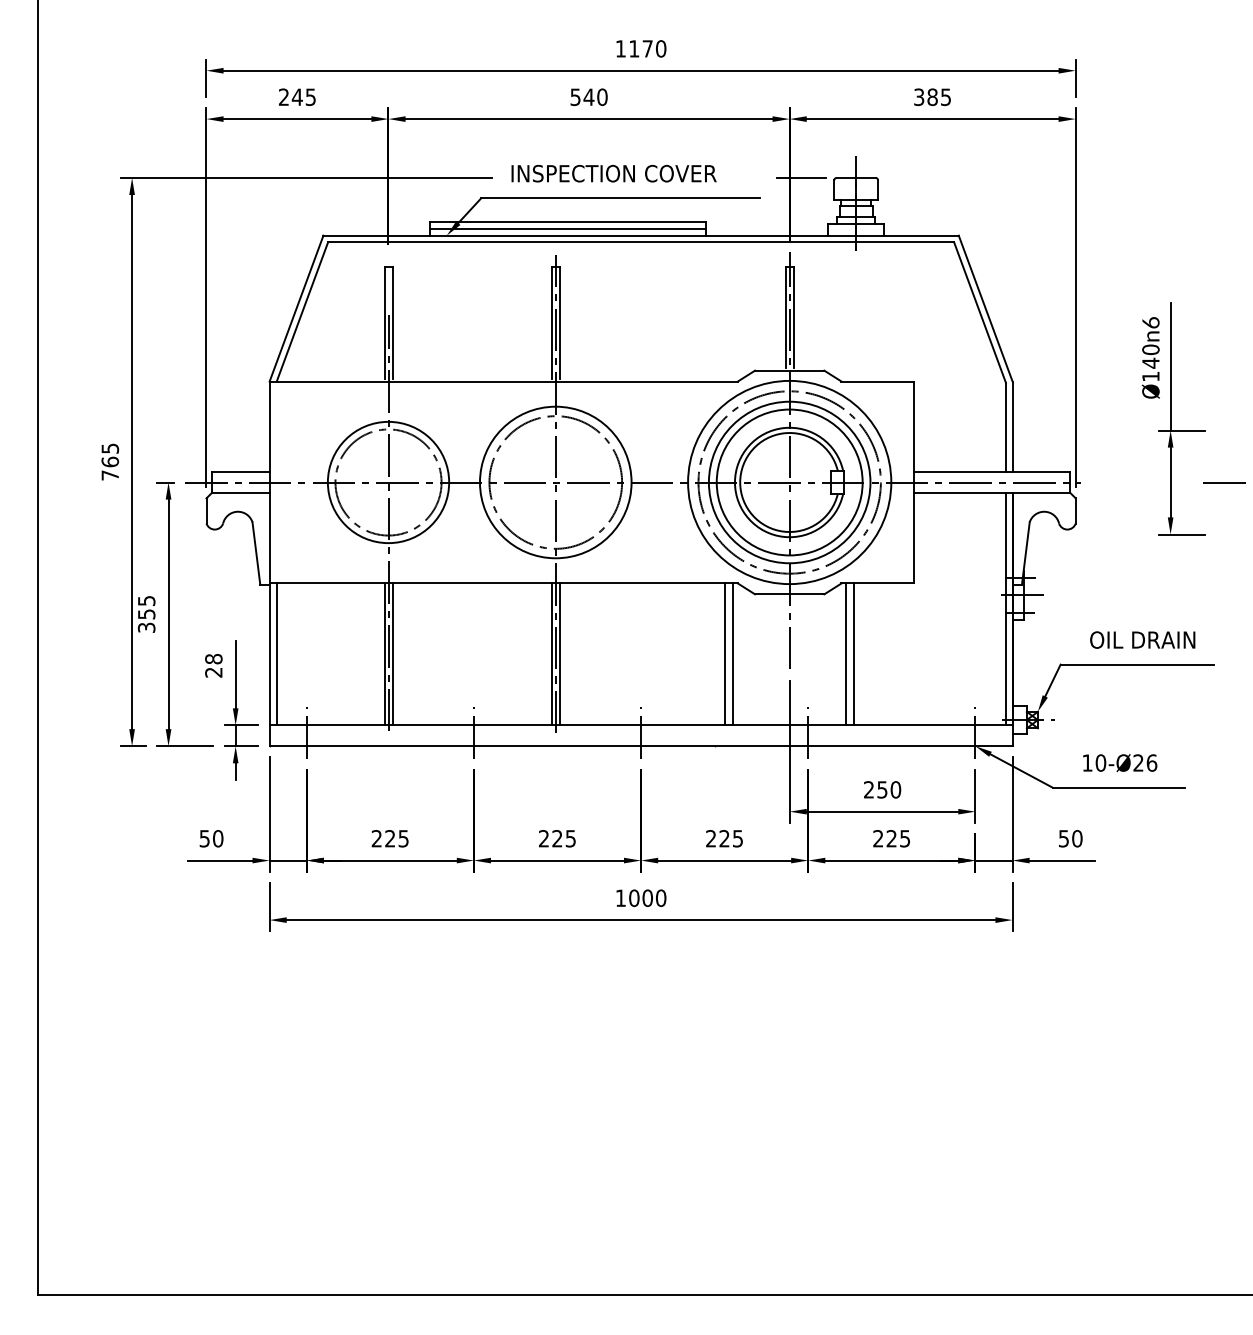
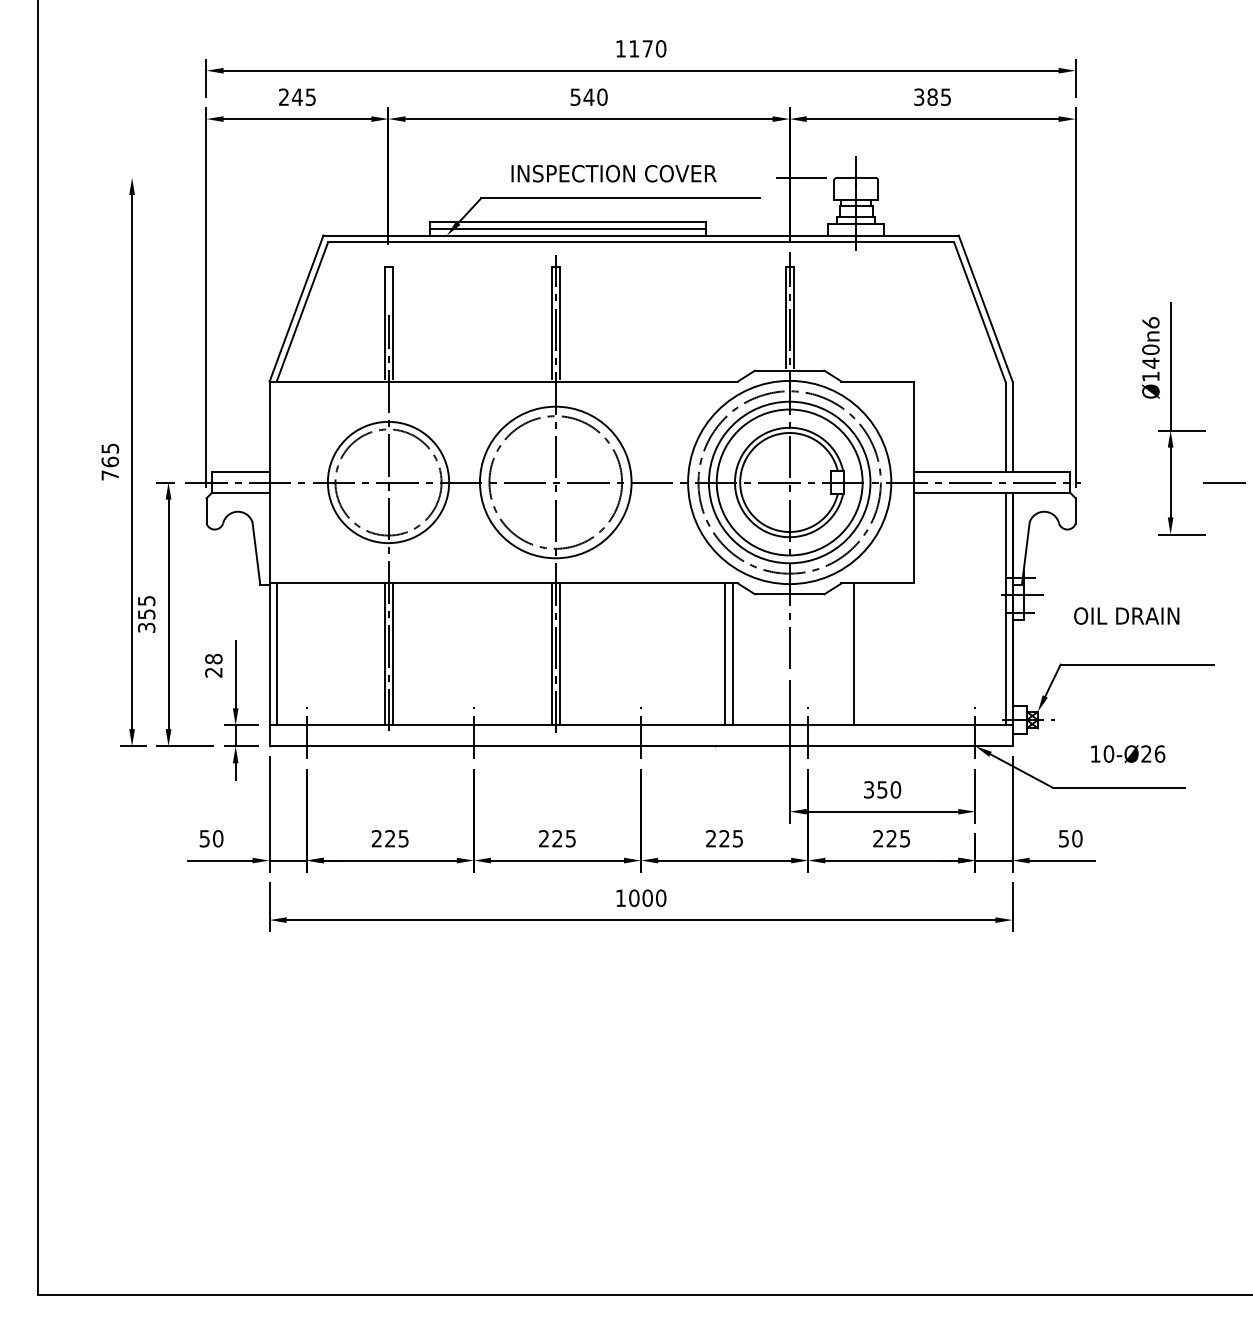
line at (306, 177): present -> none
text at (1142, 639) position: (1142, 639) -> (1126, 615)
line at (846, 654): present -> none
text at (1120, 763) position: (1120, 763) -> (1128, 754)
text at (869, 789): 250 -> 350
